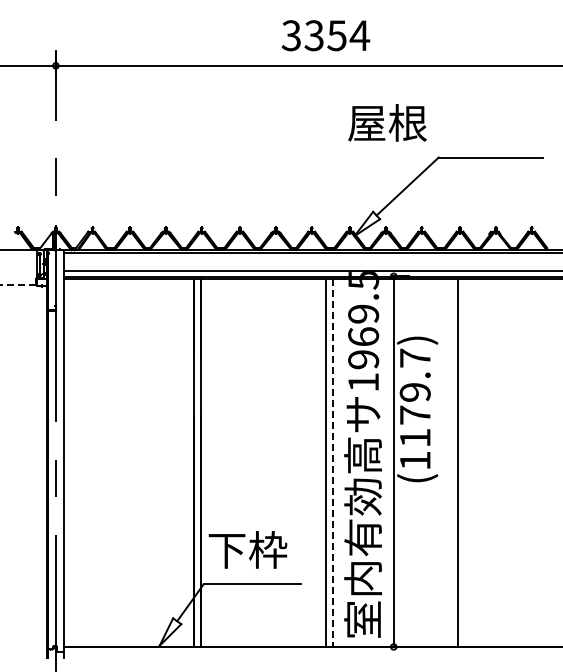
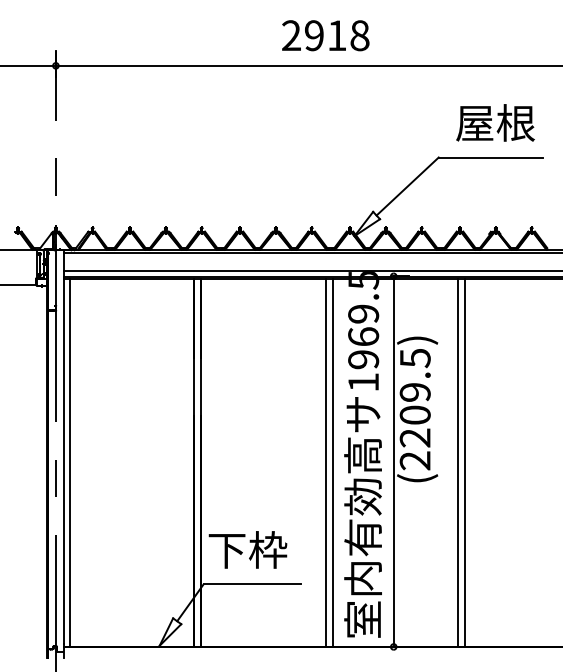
text at (325, 35): 3354 -> 2918
text at (387, 122) position: (387, 122) -> (495, 122)
line at (18, 285): dashed -> solid
text at (414, 409): (1179.7) -> (2209.5)
line at (69, 462): none -> present
line at (464, 462): none -> present
line at (333, 463): dashed -> solid
